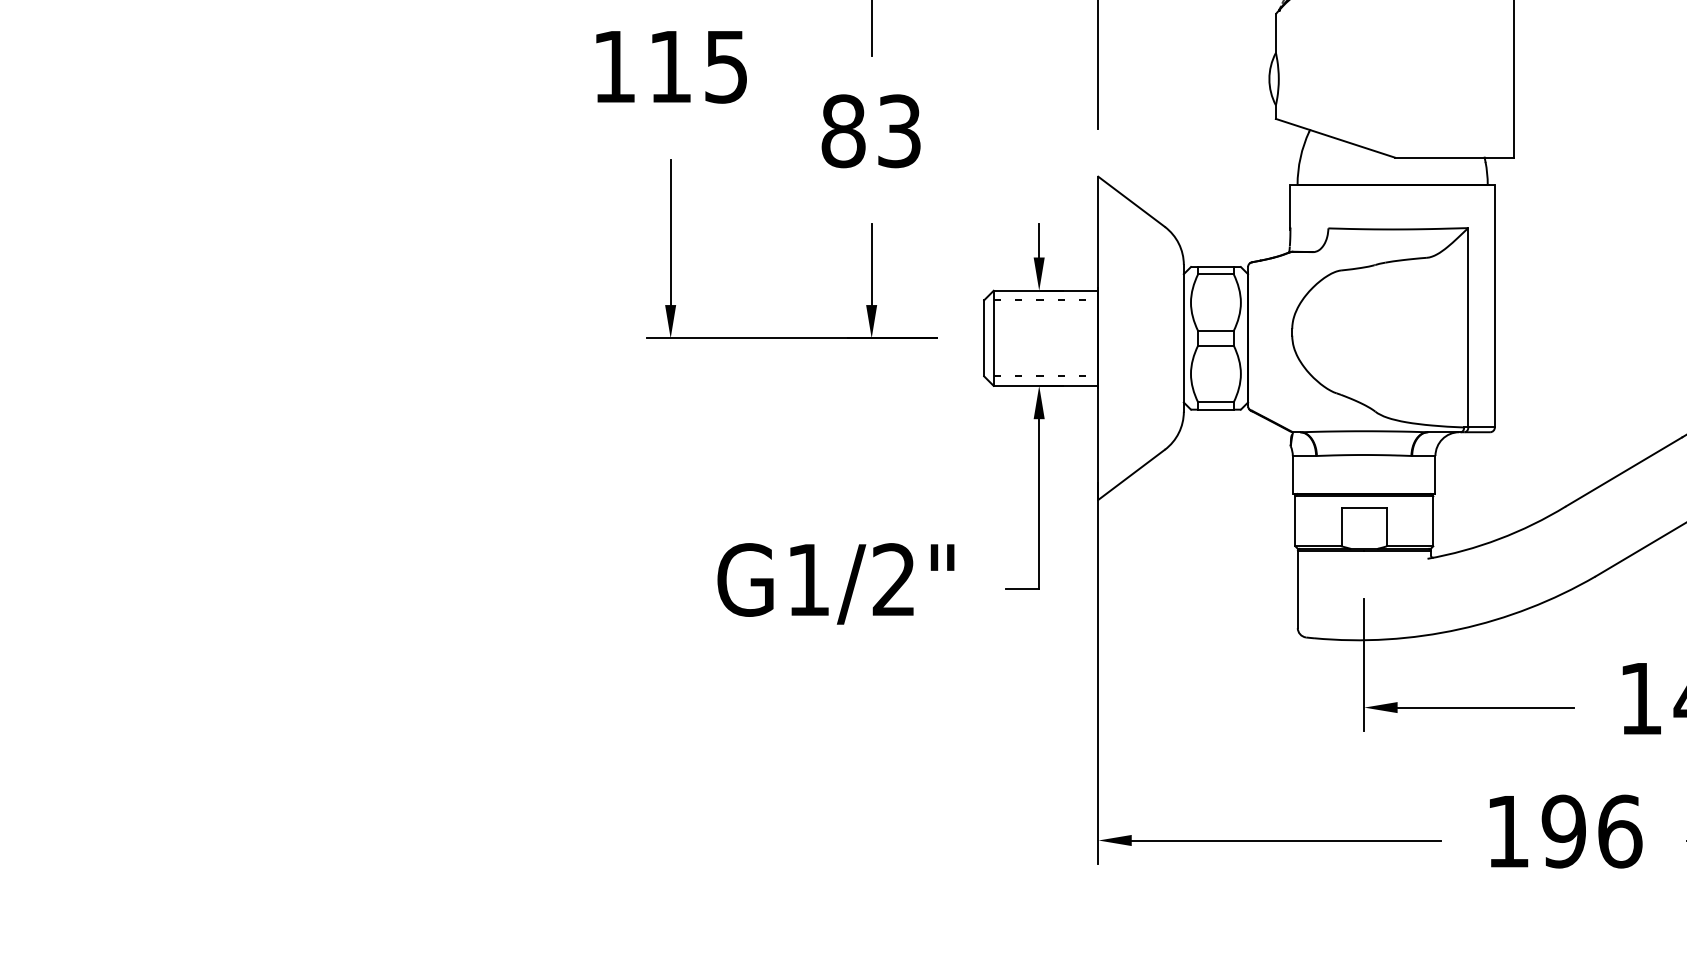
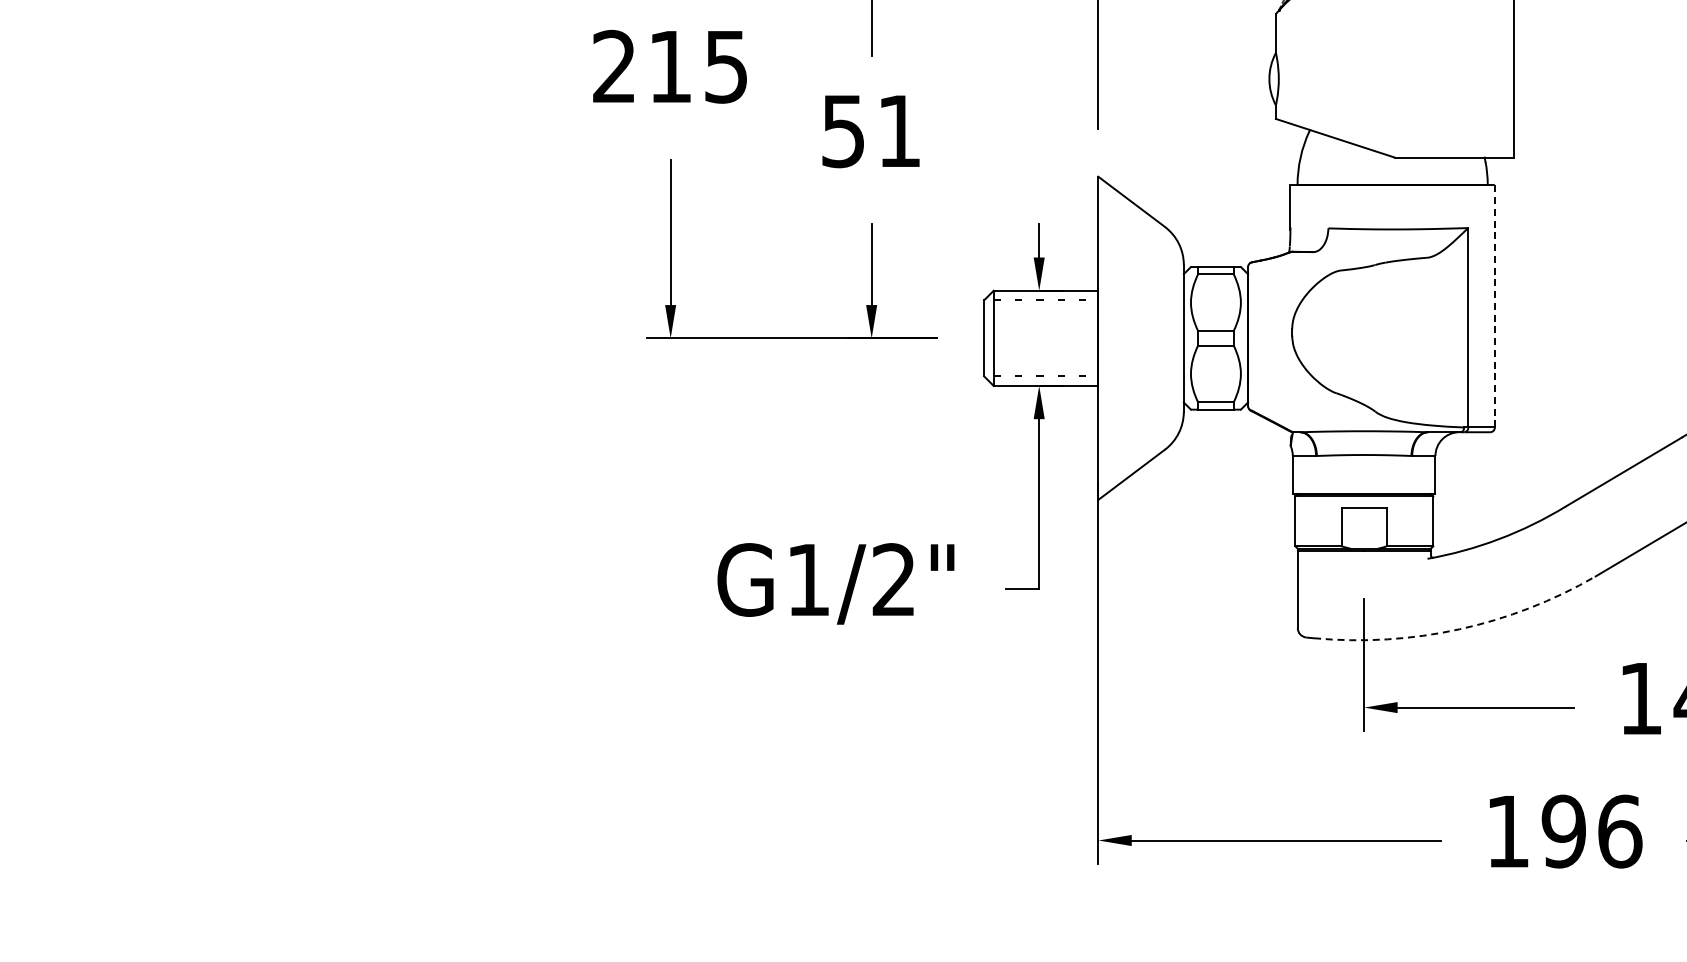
text at (613, 65): 115 -> 215
text at (870, 131): 83 -> 51
line at (1494, 305): solid -> dashed
arc at (1459, 629): solid -> dashed
